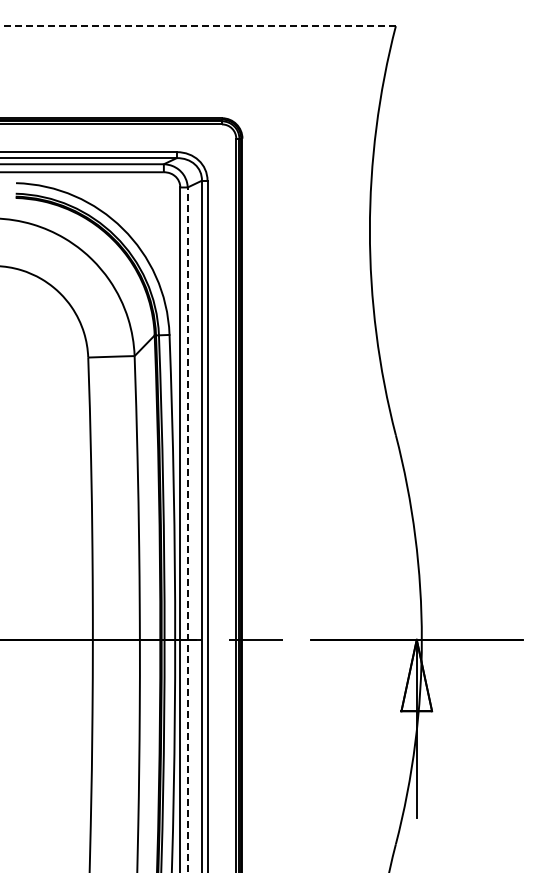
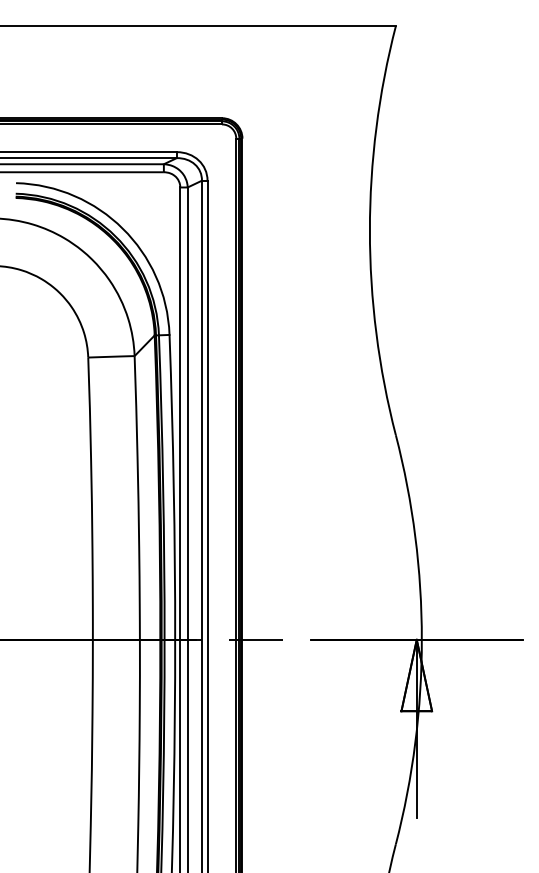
line at (197, 26): dashed -> solid
line at (187, 529): dashed -> solid
